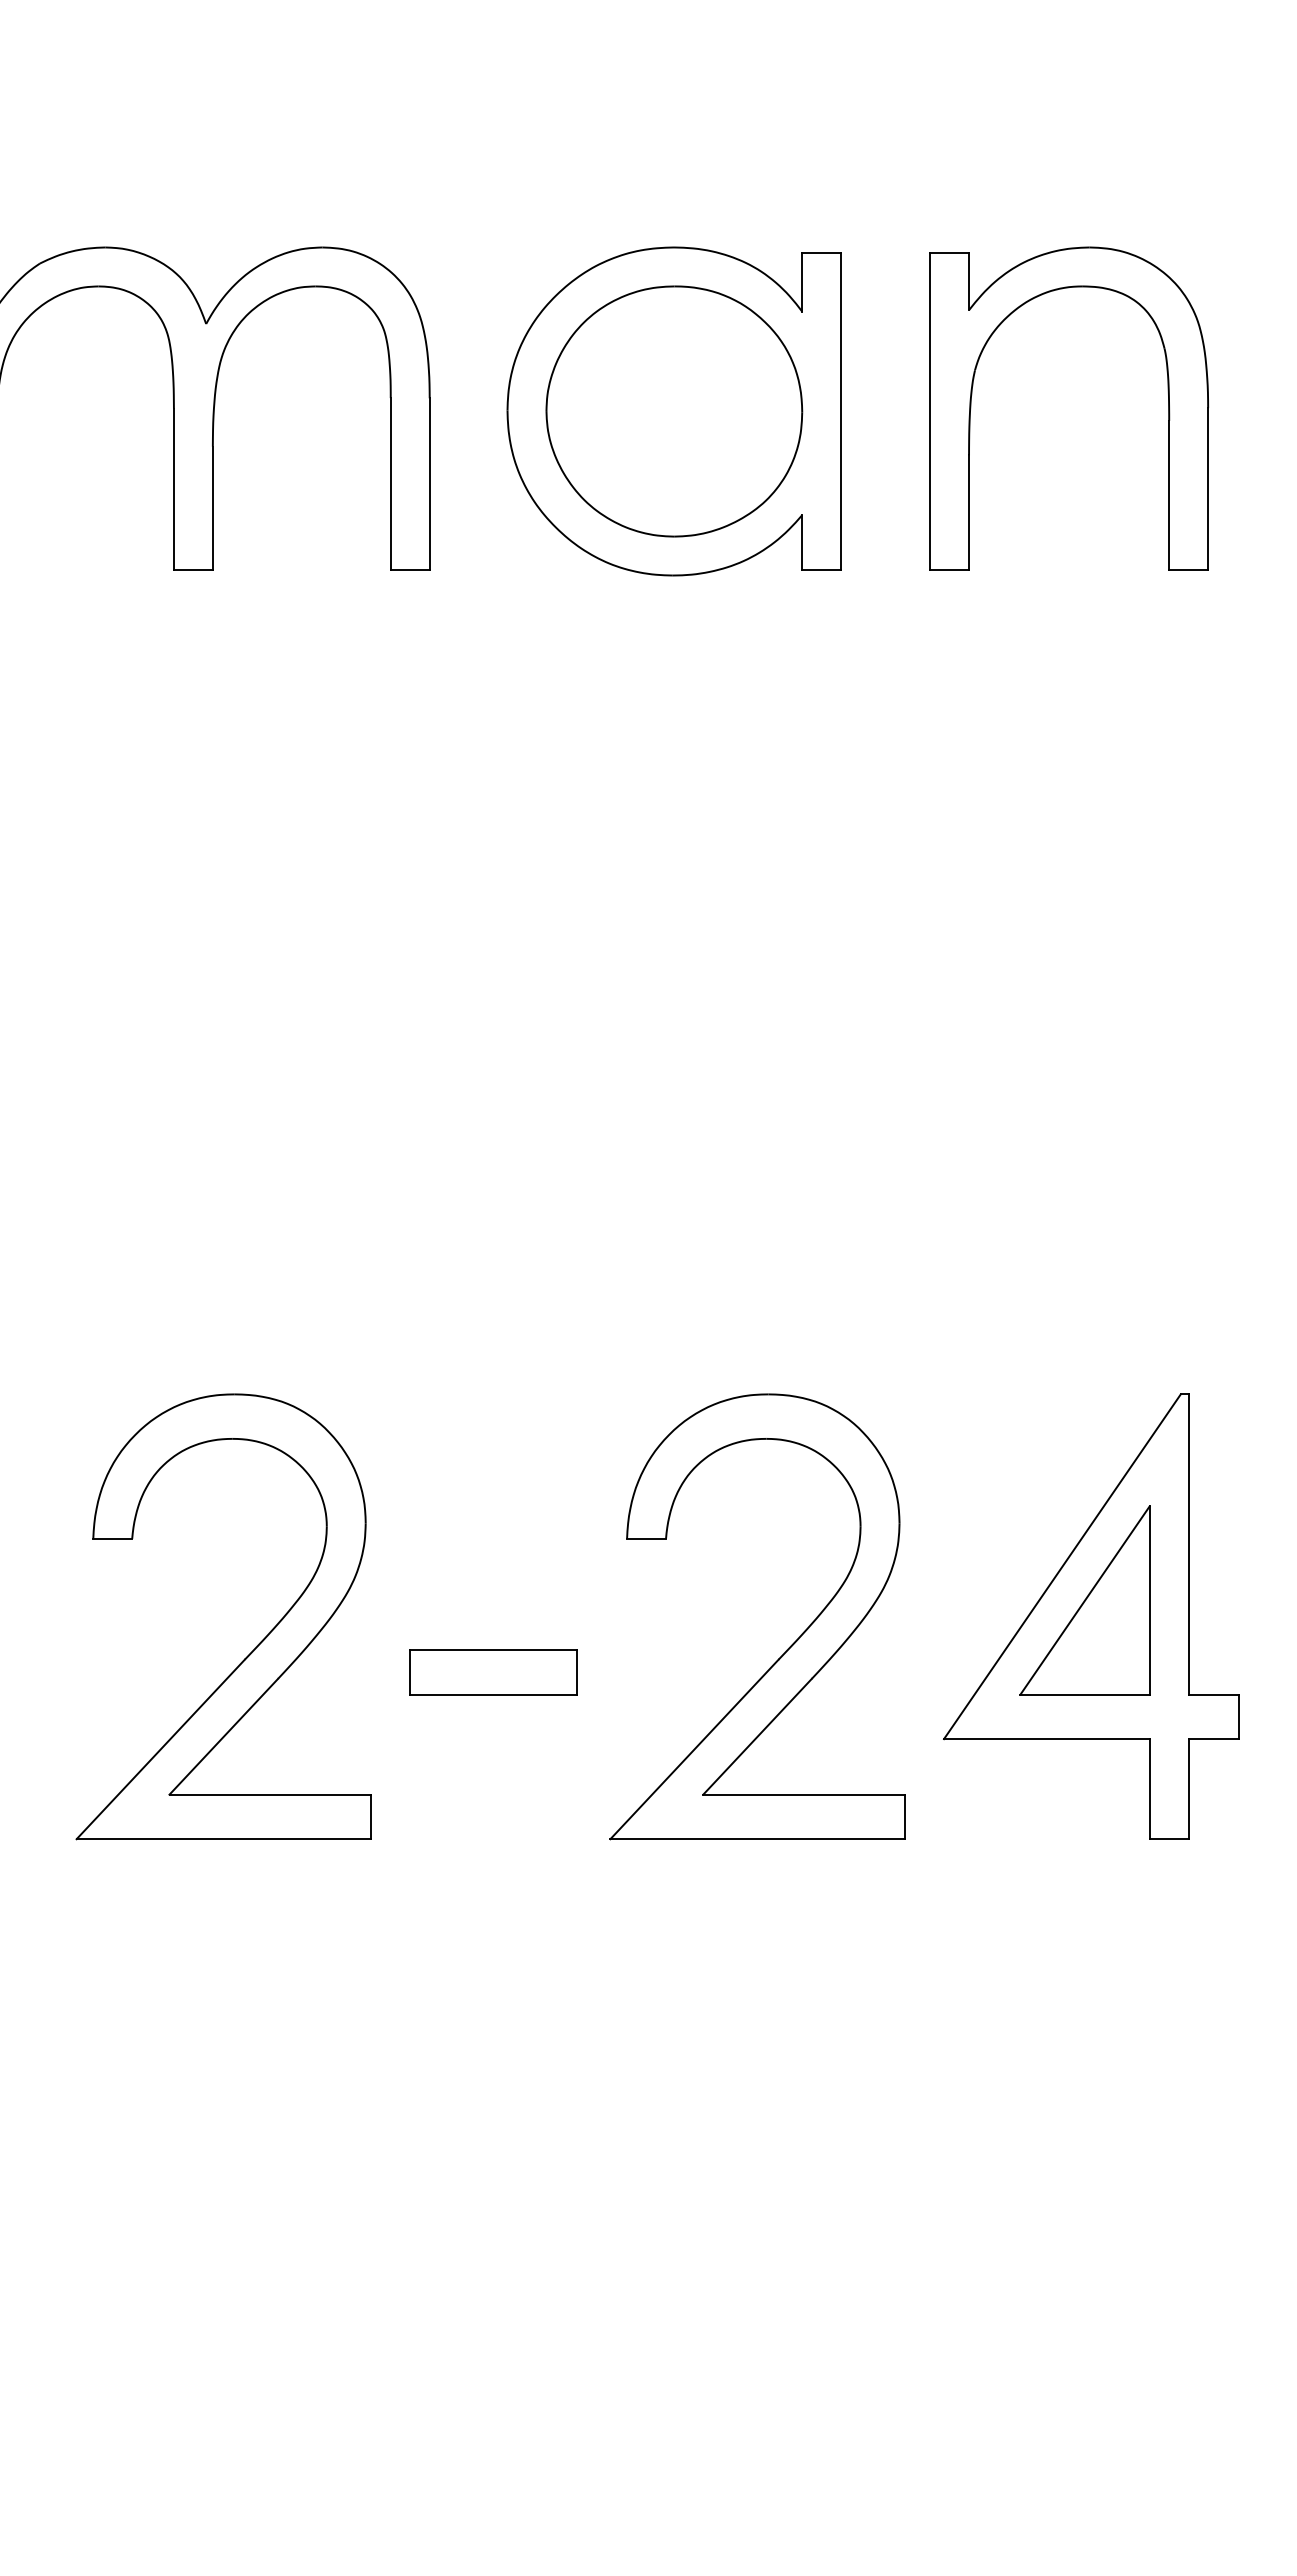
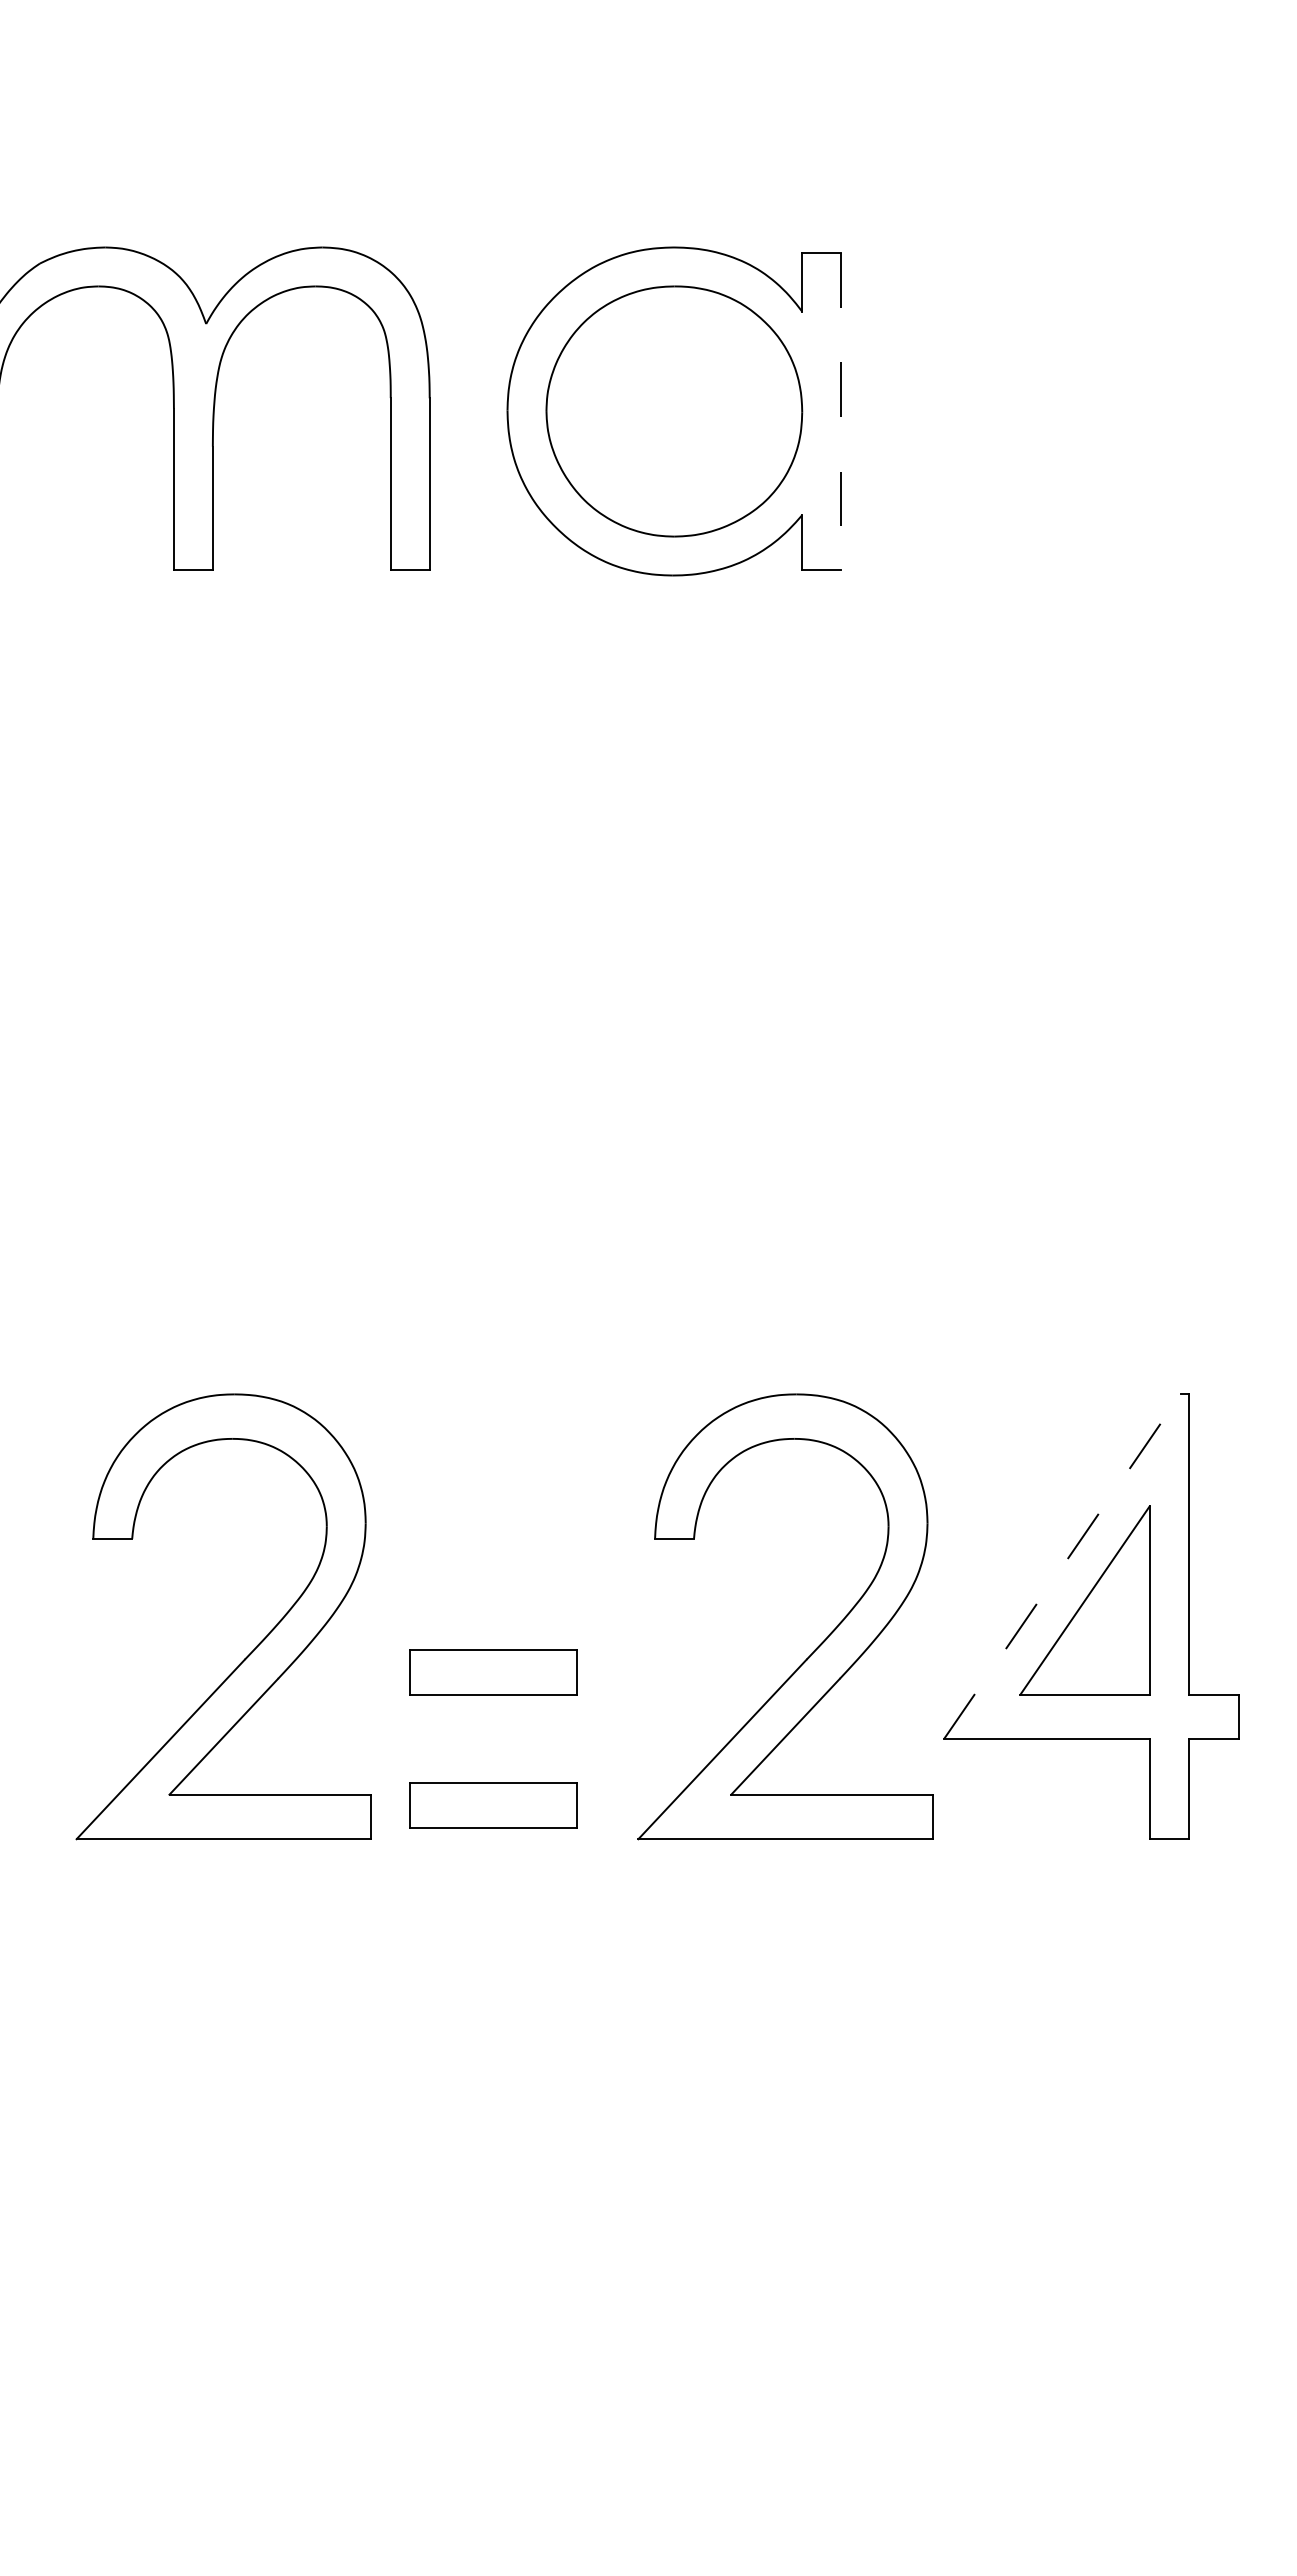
part at (972, 395): present -> none
line at (841, 412): solid -> dashed
line at (1062, 1566): solid -> dashed
part at (788, 1647) position: (788, 1647) -> (816, 1647)
part at (493, 1805): none -> present
